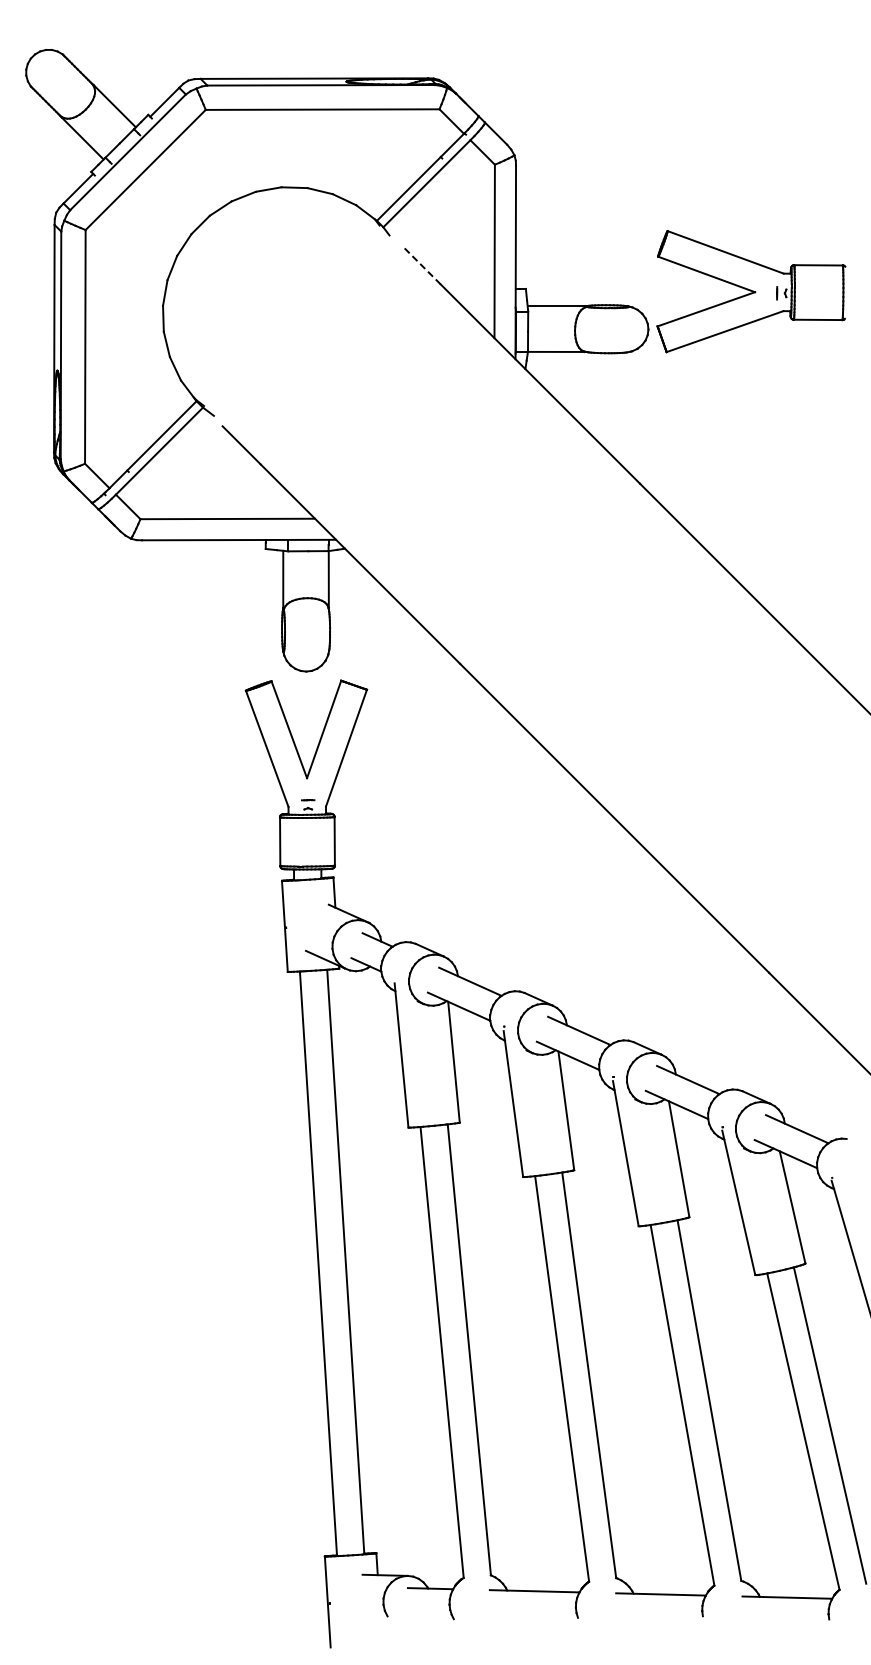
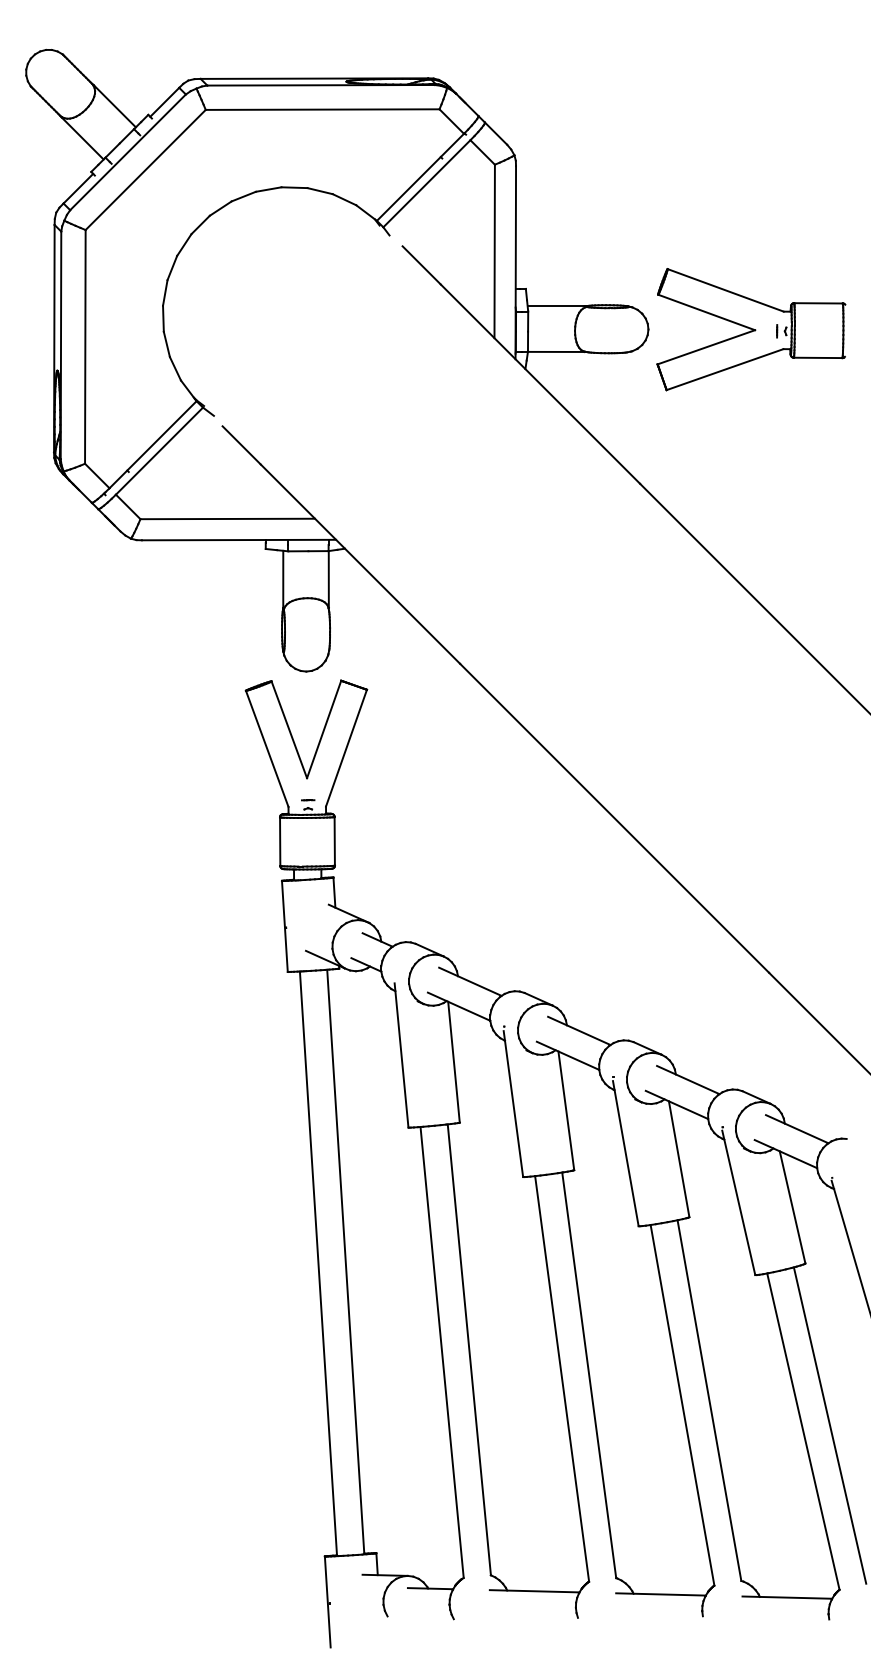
line at (421, 265): dashed -> solid
part at (751, 291) position: (751, 291) -> (751, 329)
